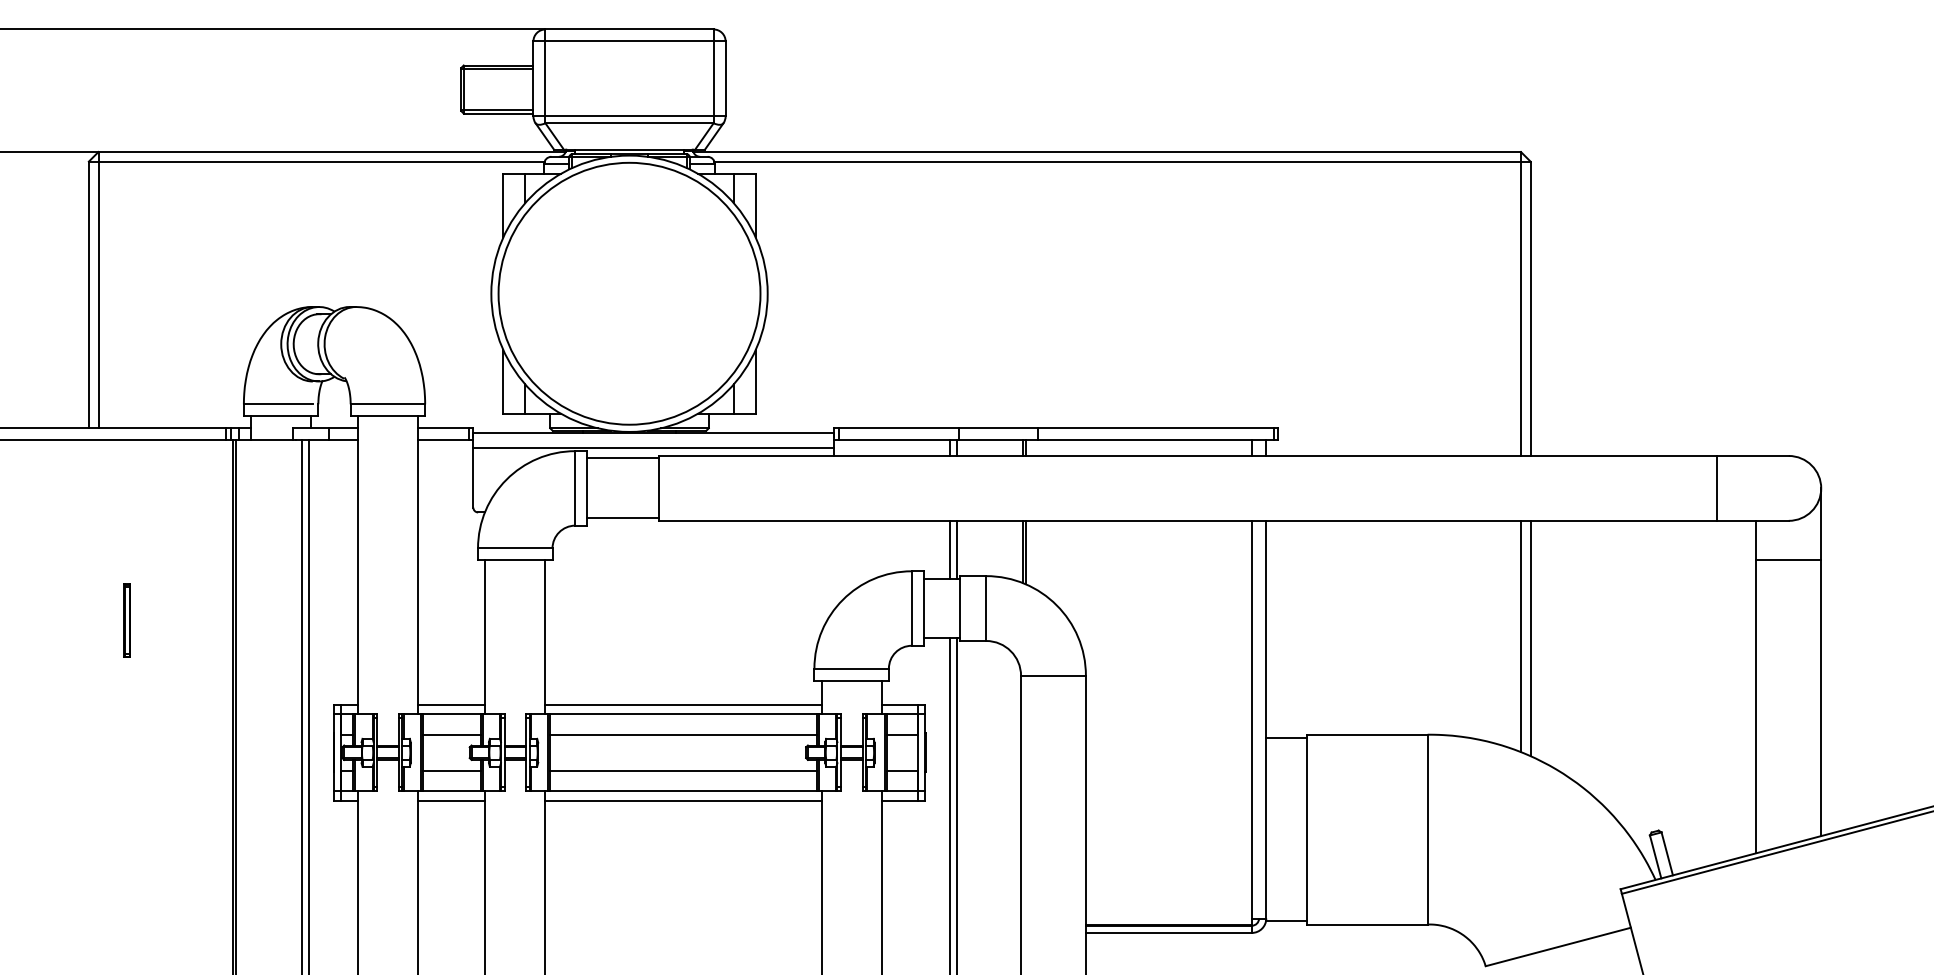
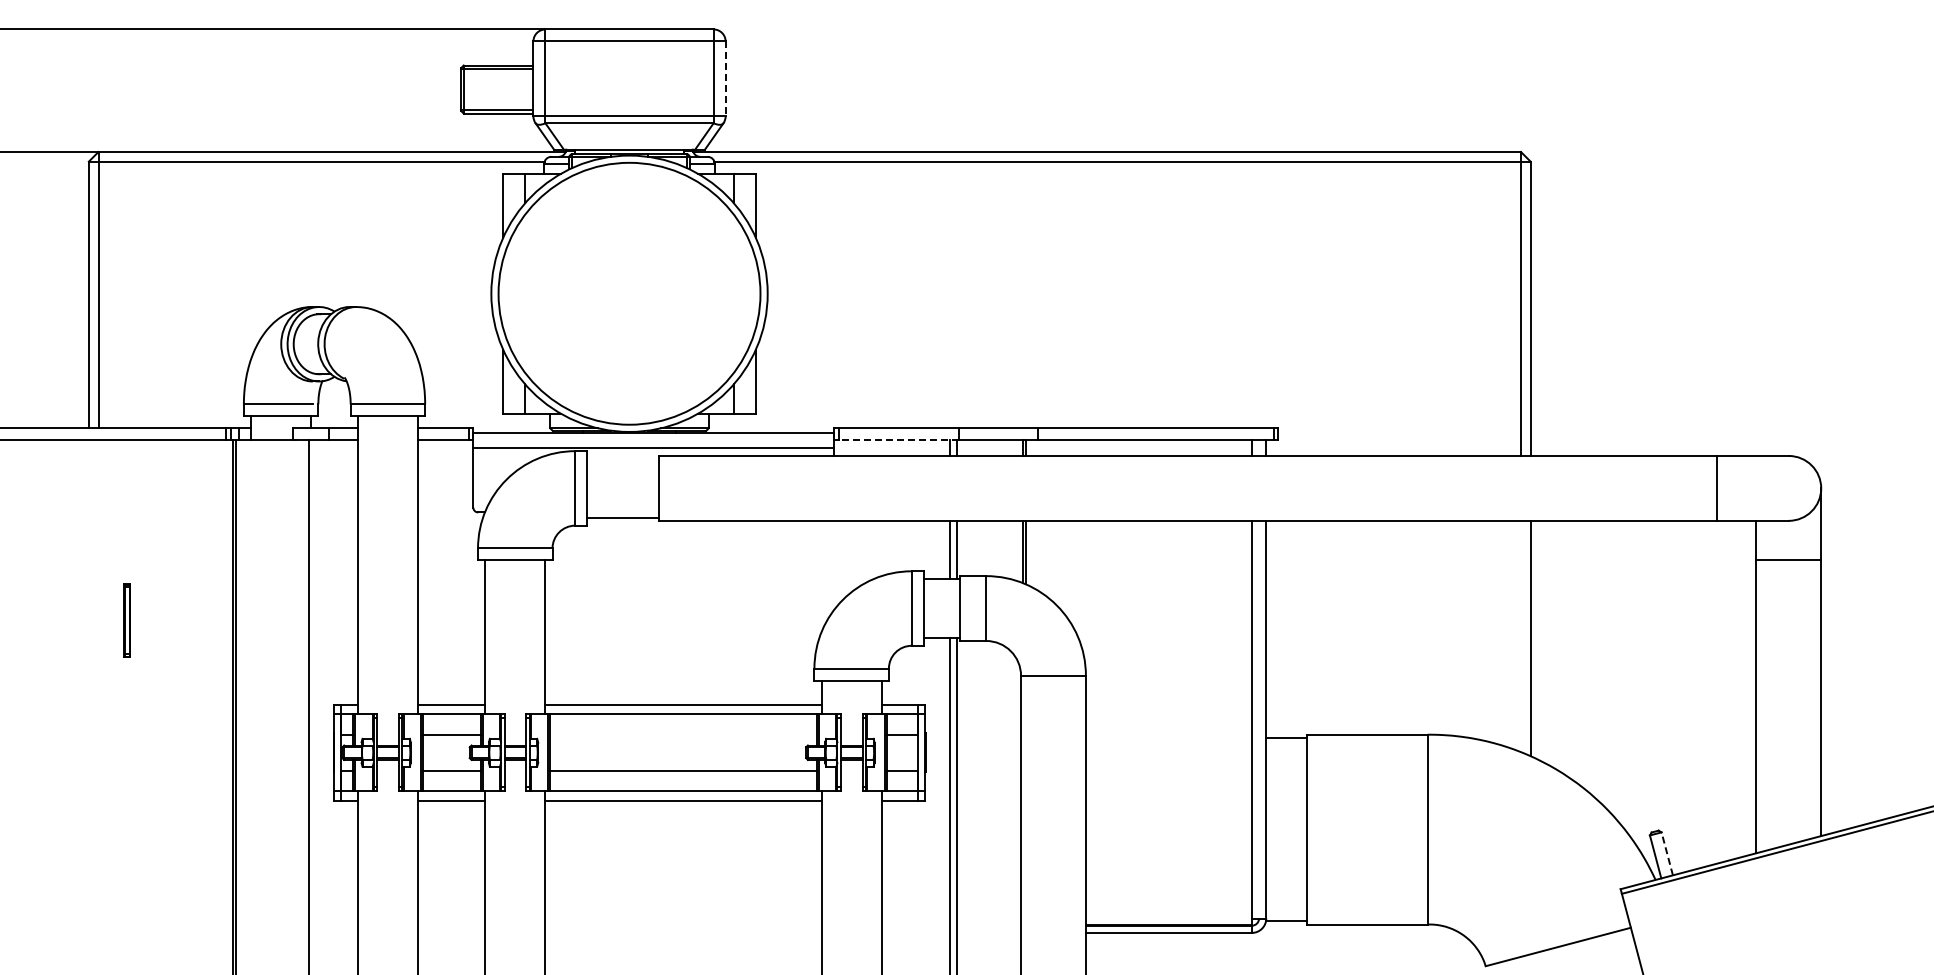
line at (725, 79): solid -> dashed
line at (898, 440): solid -> dashed
line at (623, 458): present -> none
line at (1520, 636): present -> none
line at (302, 705): present -> none
line at (683, 734): present -> none
line at (1667, 853): solid -> dashed
